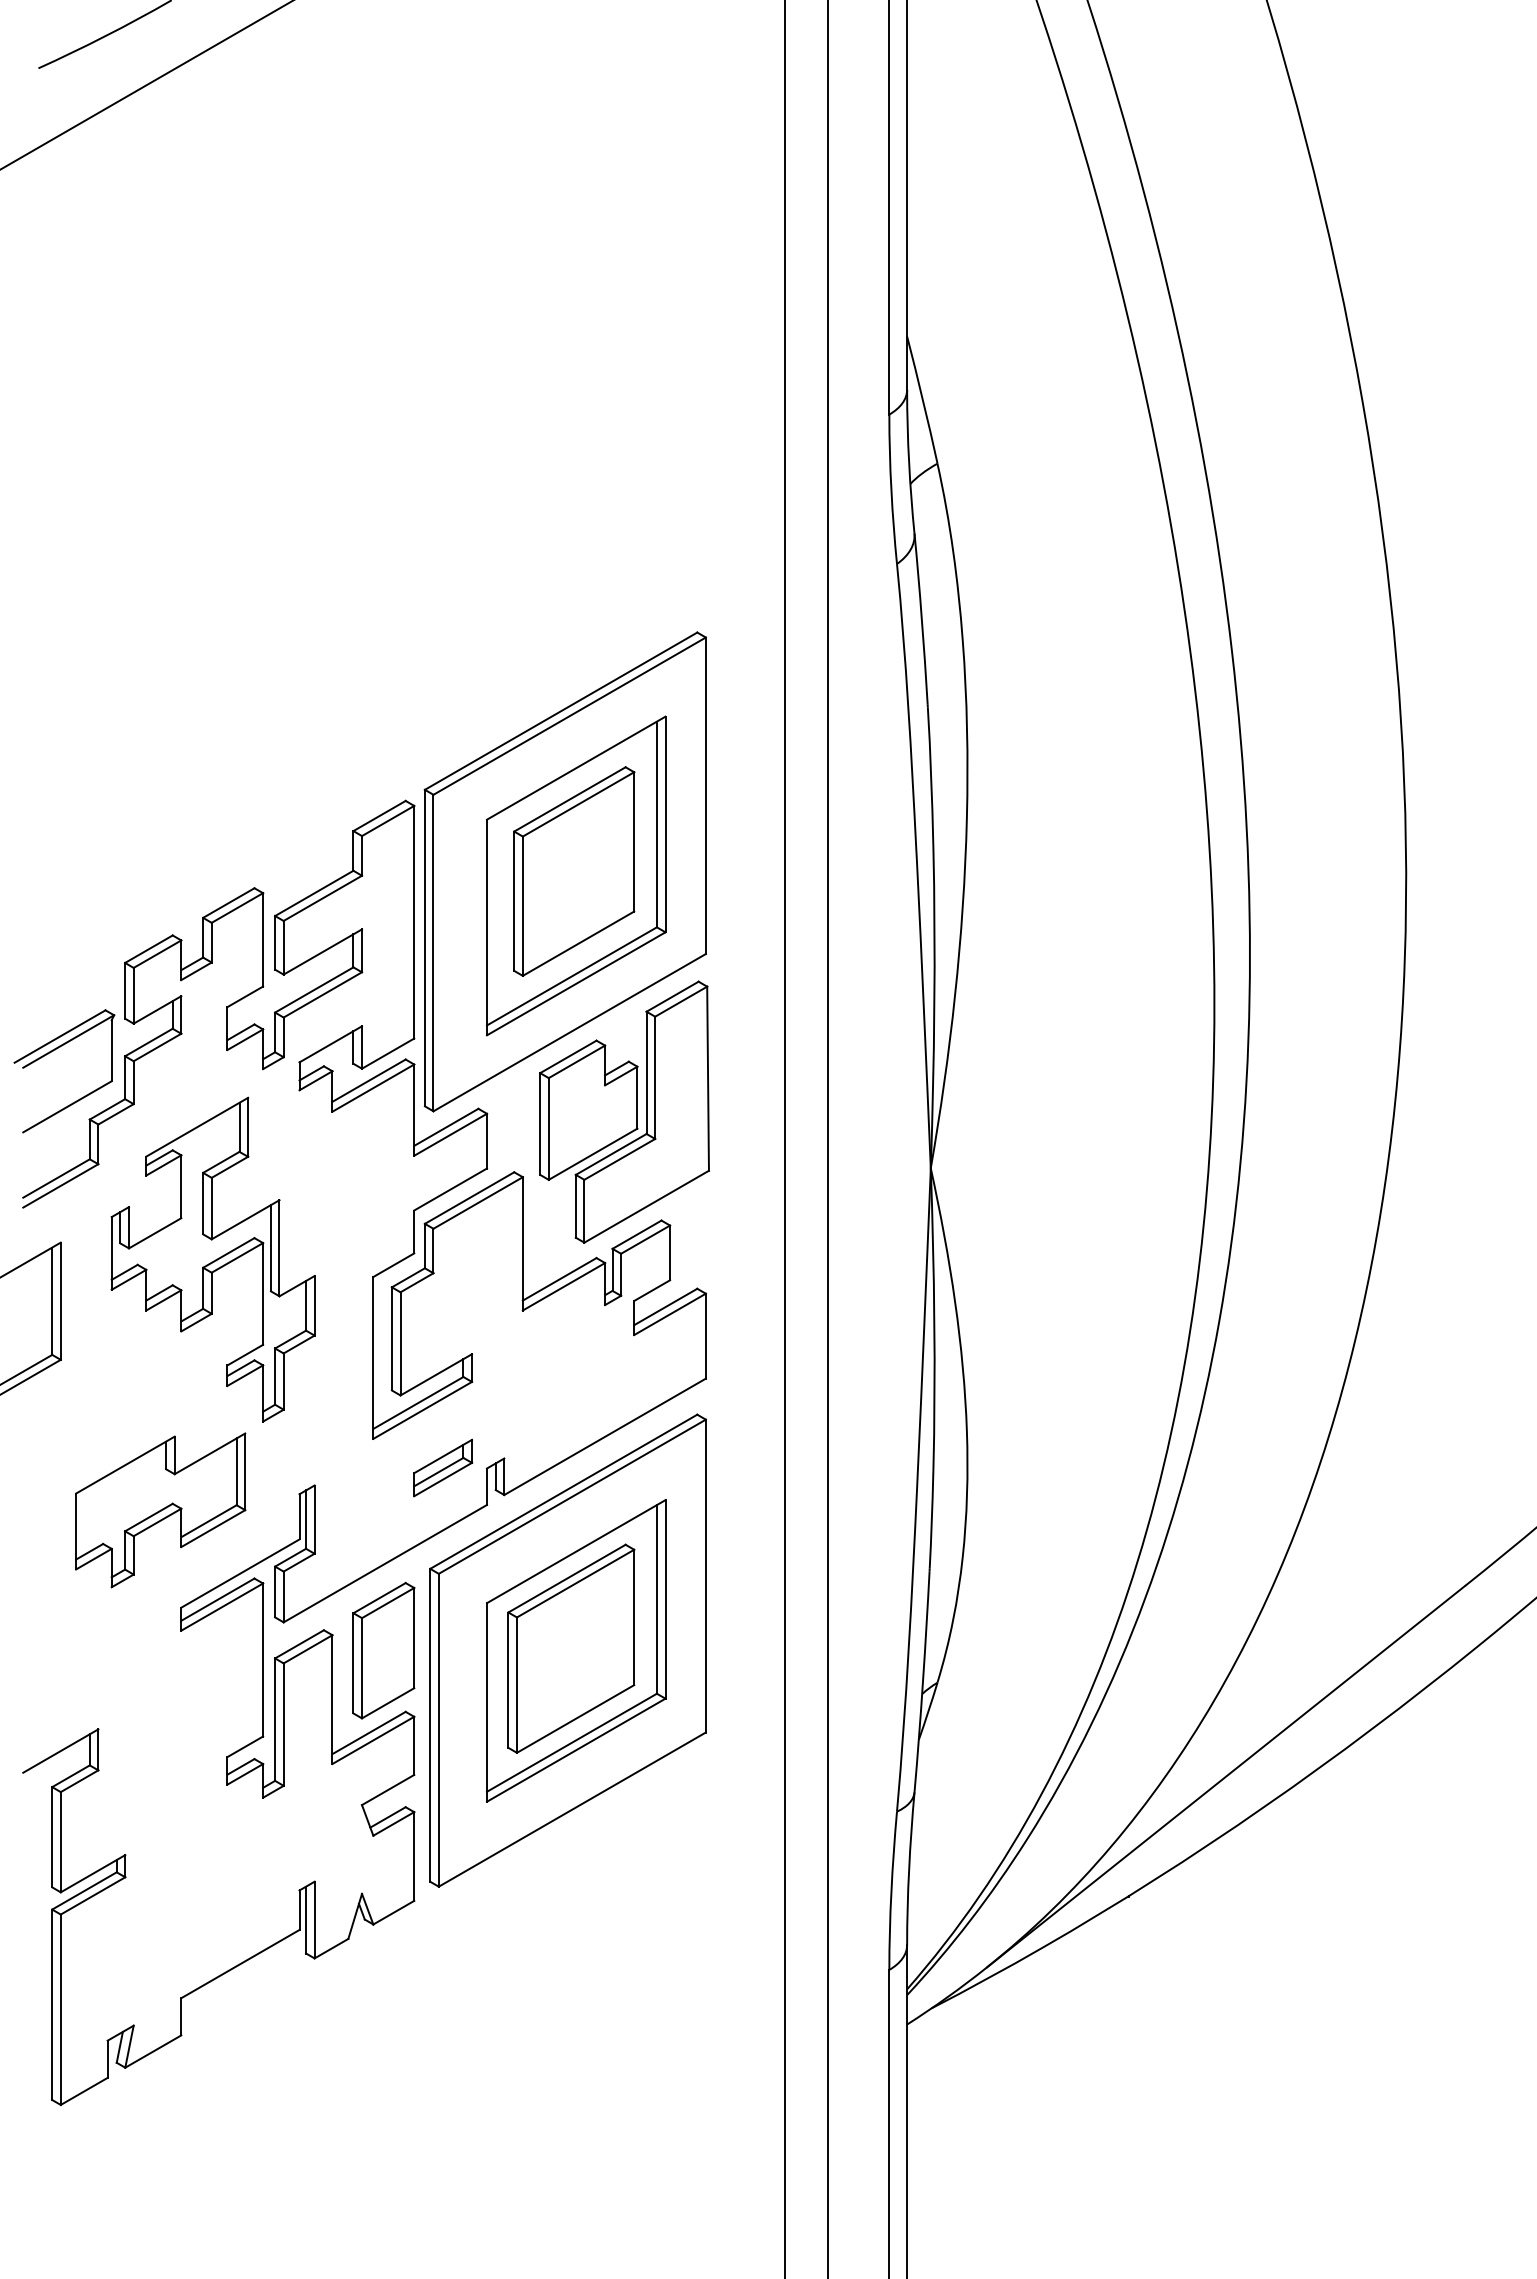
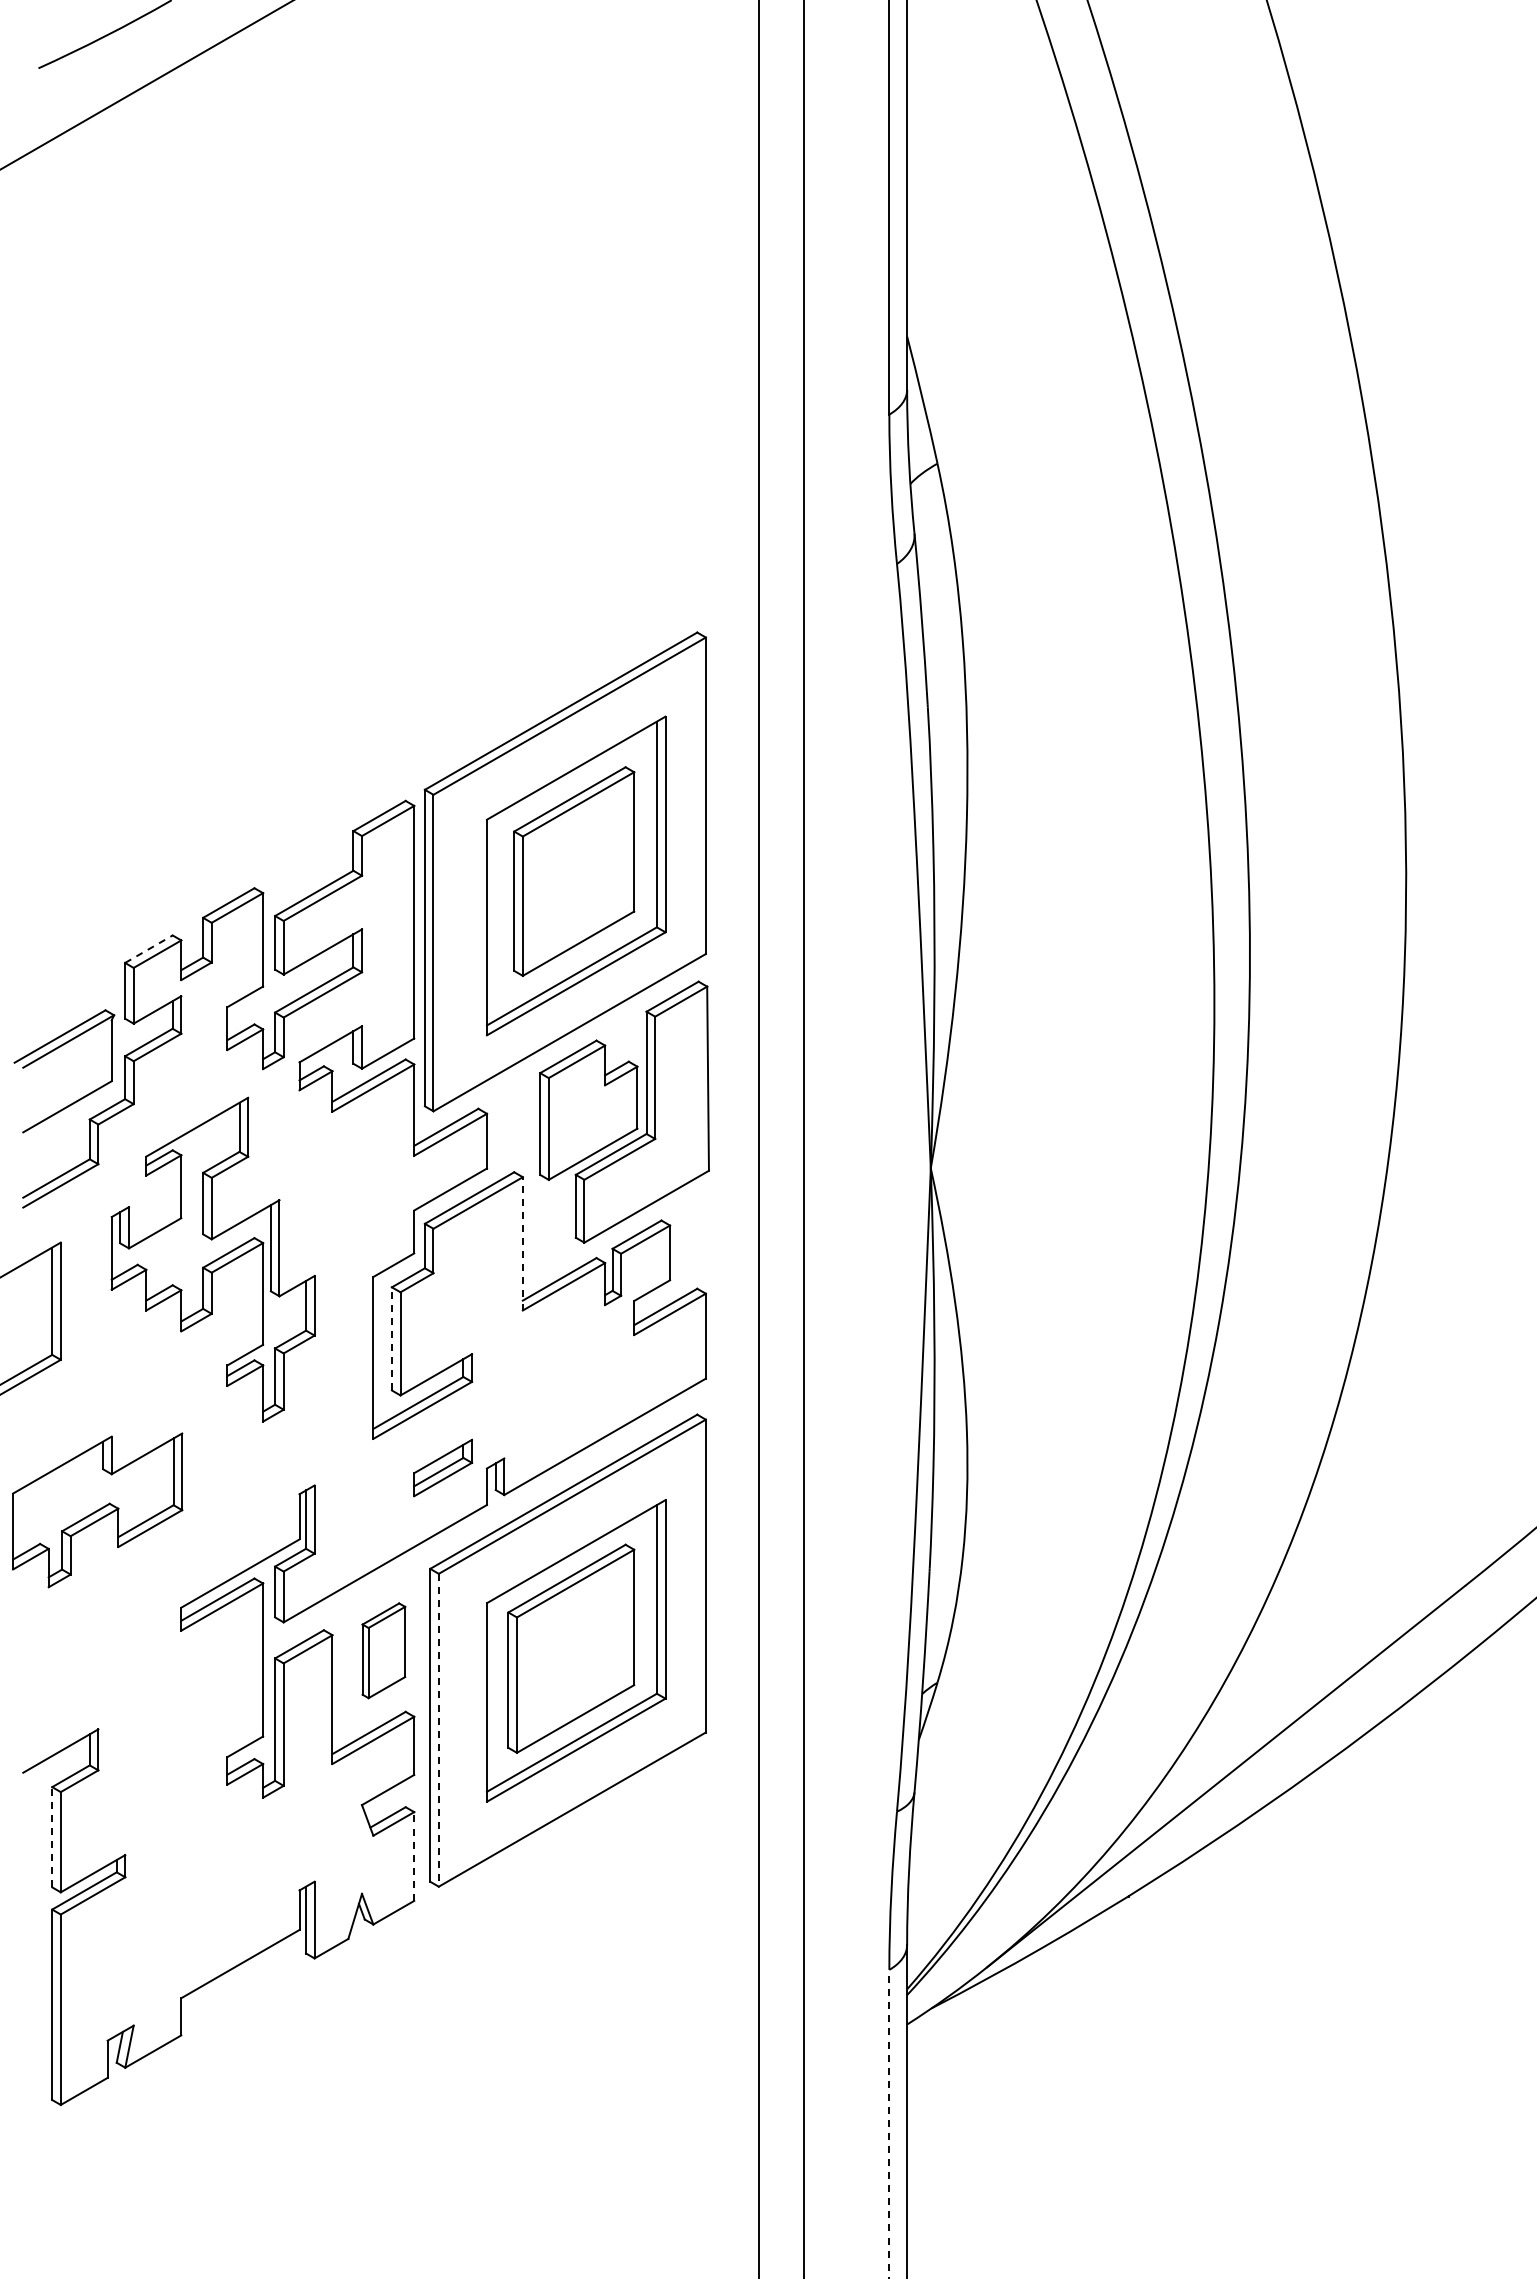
line at (149, 948): solid -> dashed
line at (785, 1138) position: (785, 1138) -> (759, 1138)
line at (828, 1138) position: (828, 1138) -> (804, 1138)
line at (522, 1243): solid -> dashed
line at (391, 1338): solid -> dashed
part at (160, 1510) position: (160, 1510) -> (97, 1510)
part at (383, 1650) size: 64x138 px -> 46x98 px
line at (438, 1730): solid -> dashed
line at (52, 1836): solid -> dashed
line at (414, 1856): solid -> dashed
line at (889, 2123): solid -> dashed
